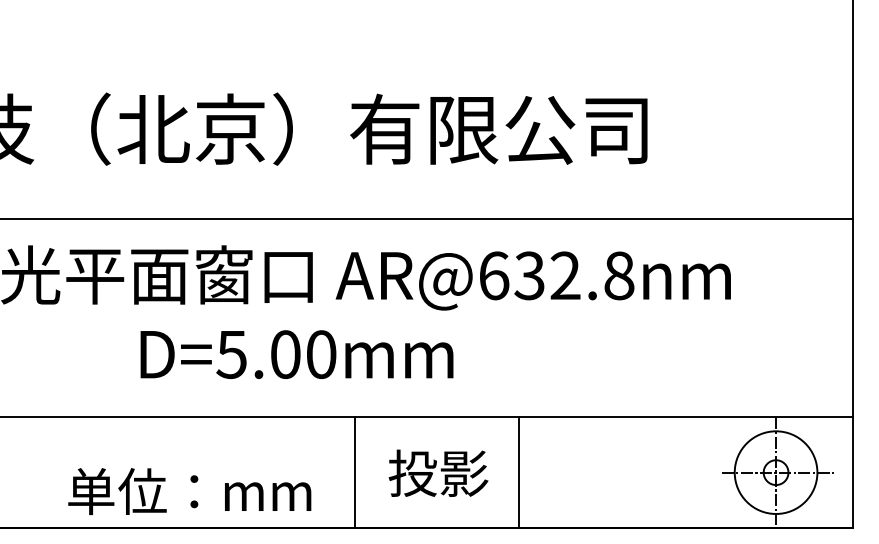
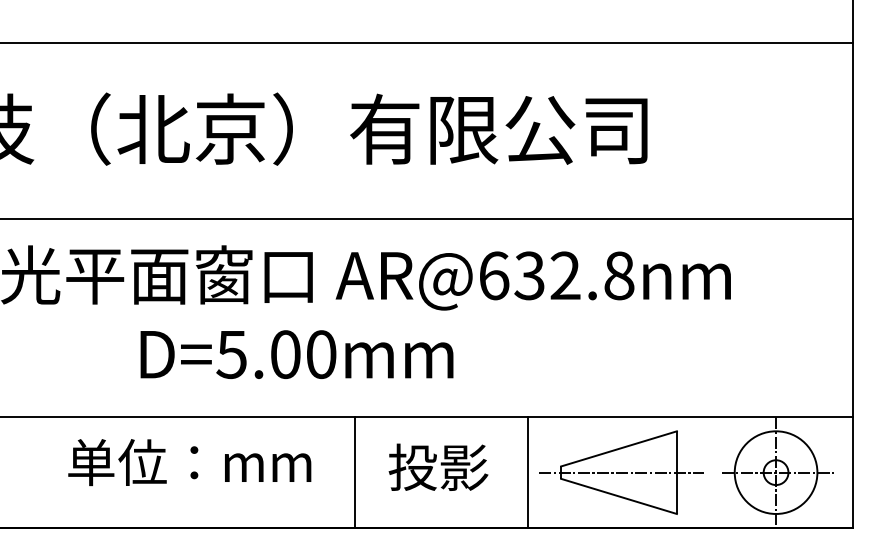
line at (427, 42): none -> present
text at (438, 472) position: (438, 472) -> (438, 466)
line at (518, 472) position: (518, 472) -> (527, 472)
part at (621, 472): none -> present
text at (189, 491) position: (189, 491) -> (189, 462)
